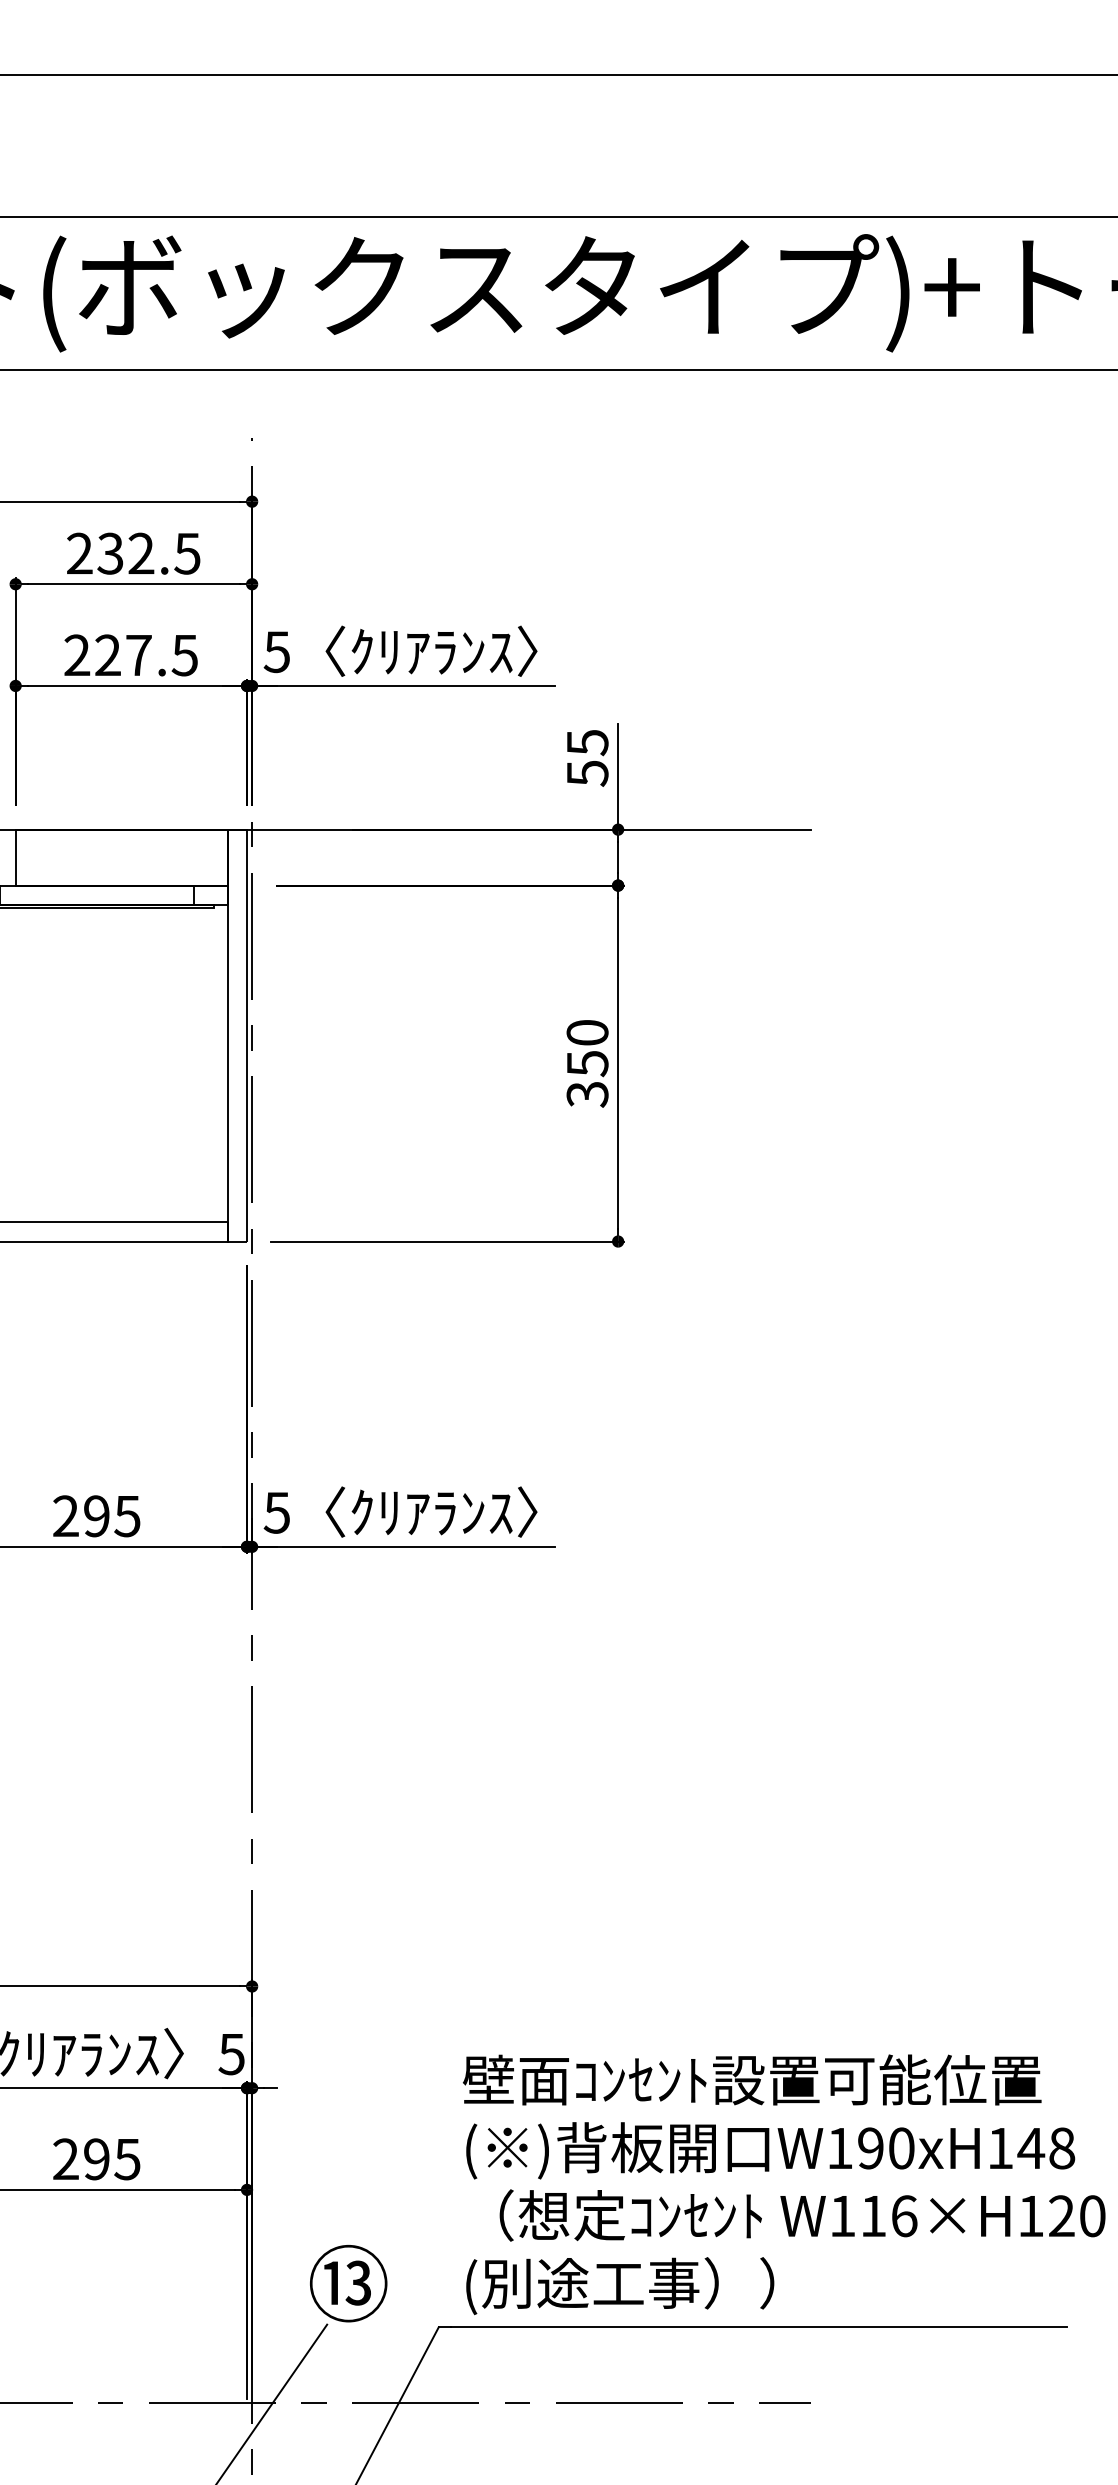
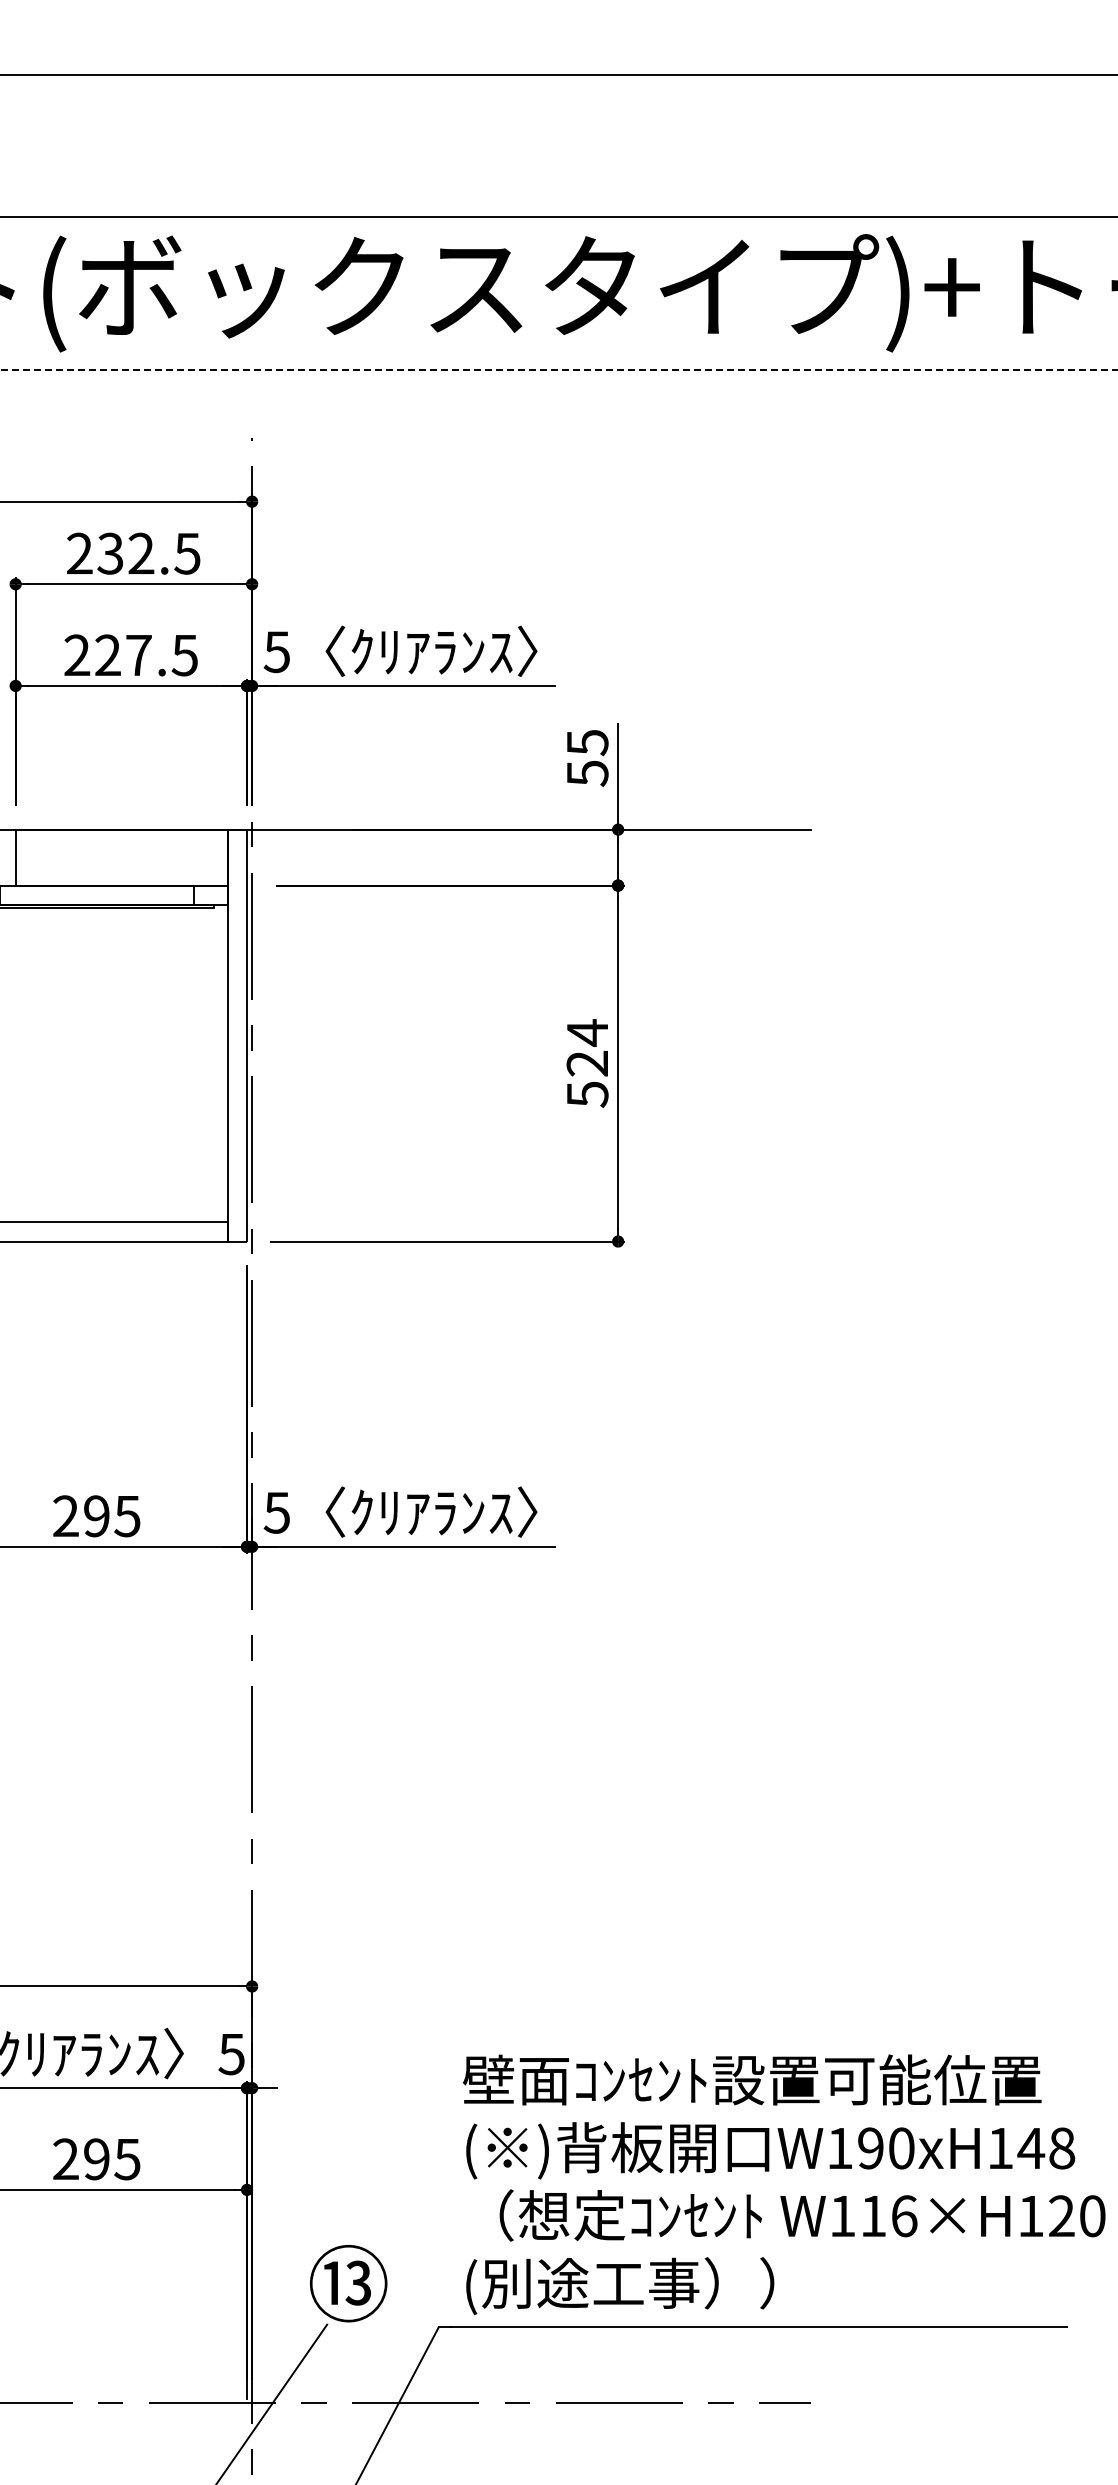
line at (559, 370): solid -> dashed
text at (587, 1063): 350 -> 524
